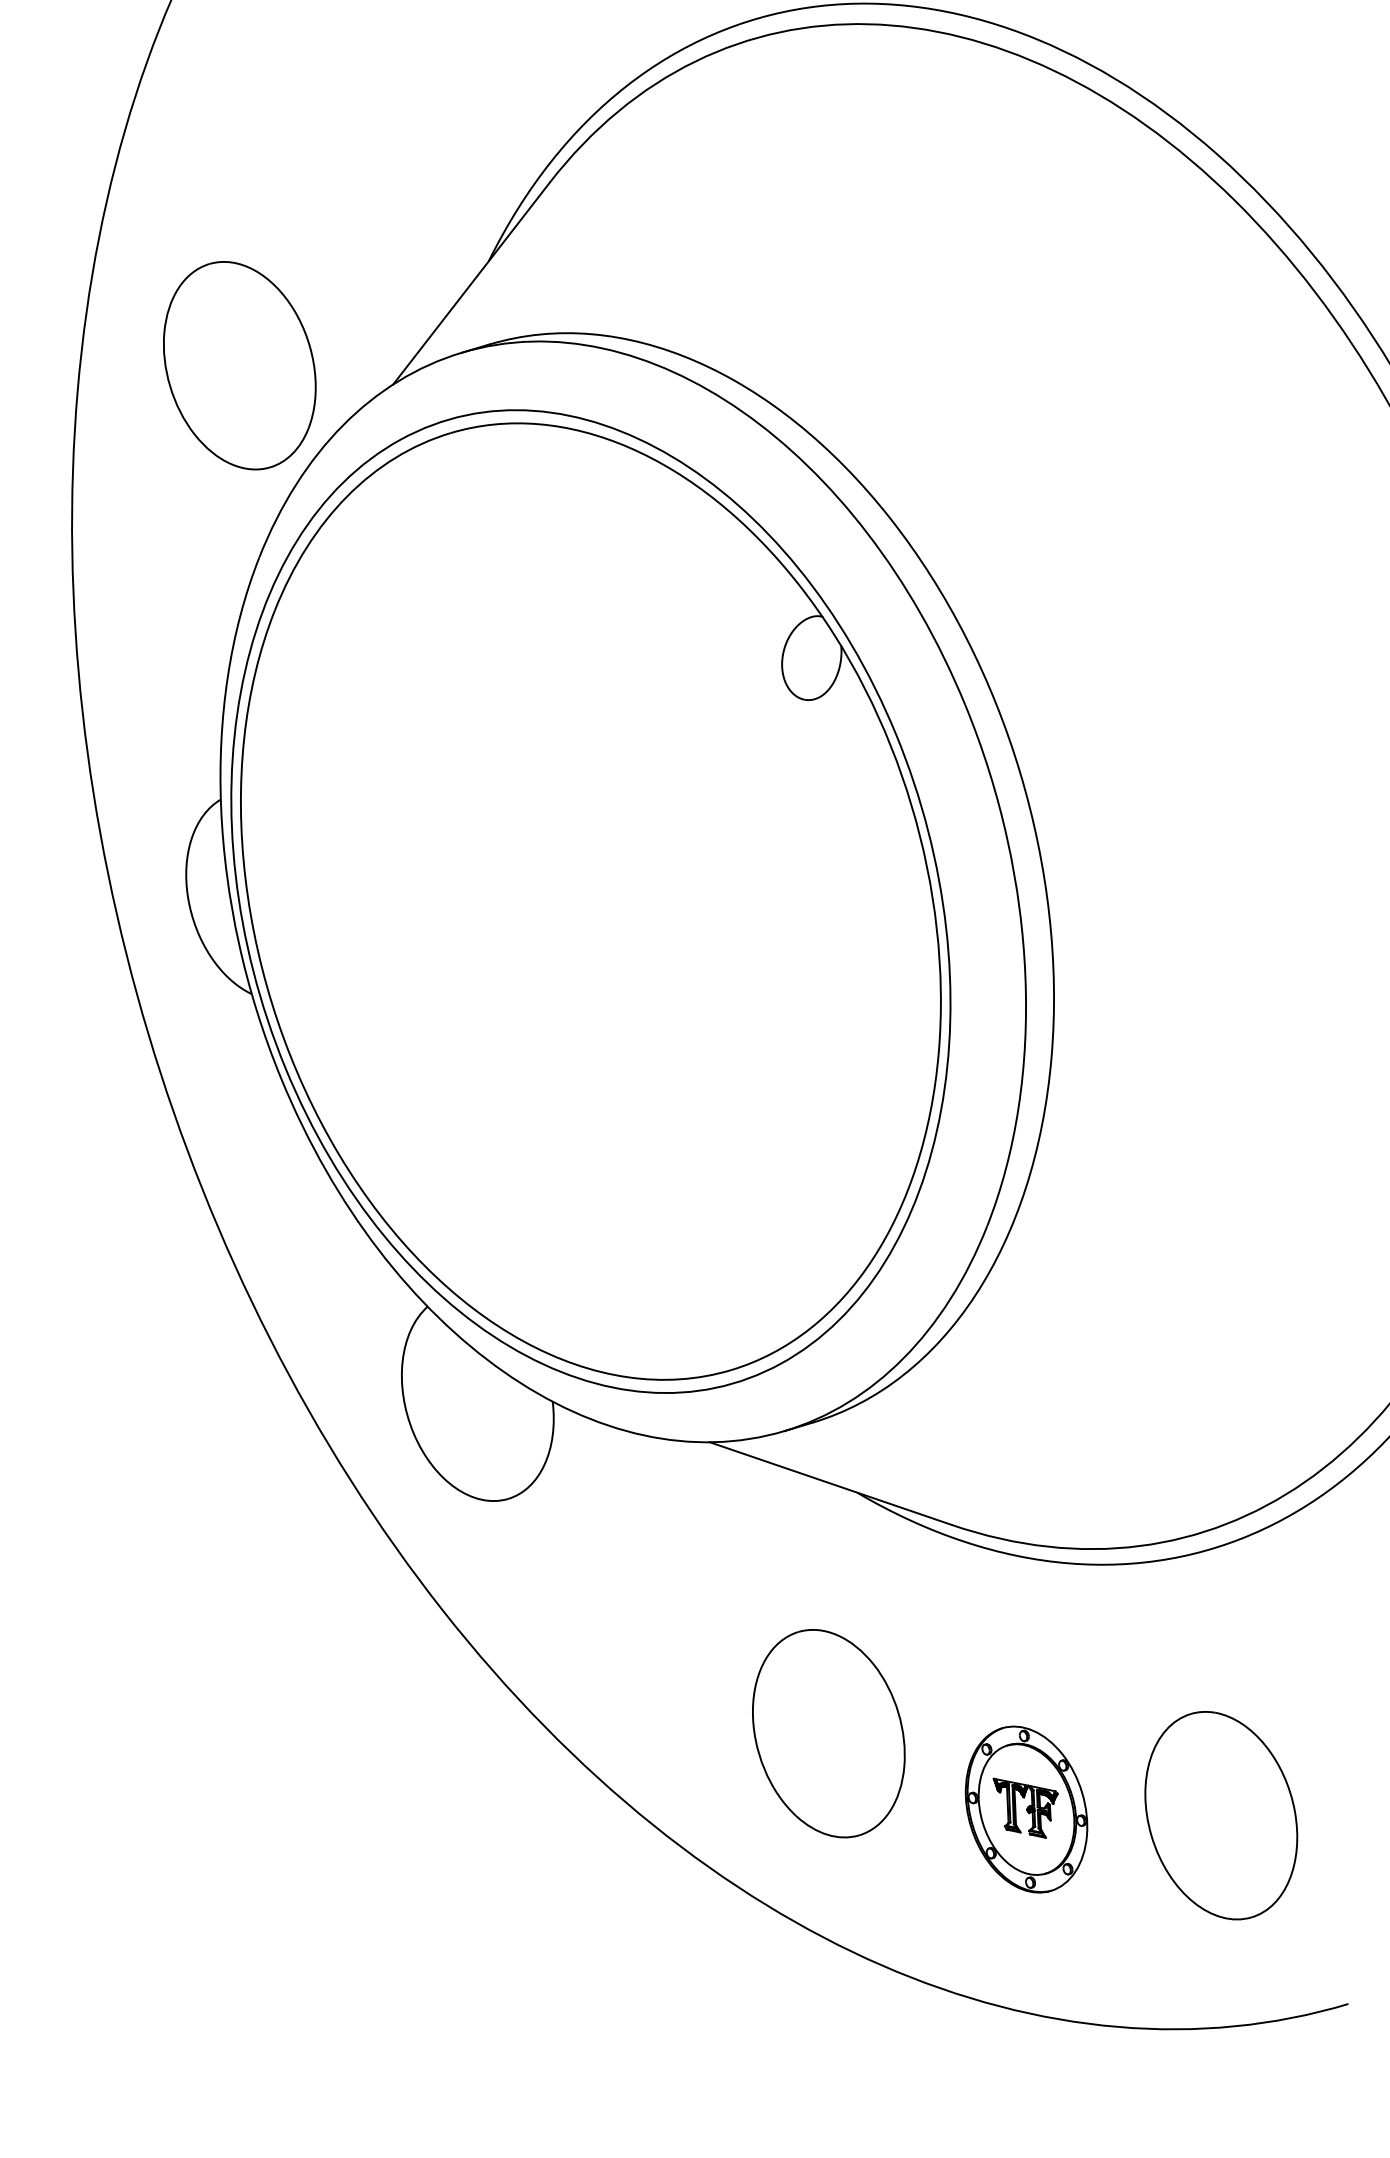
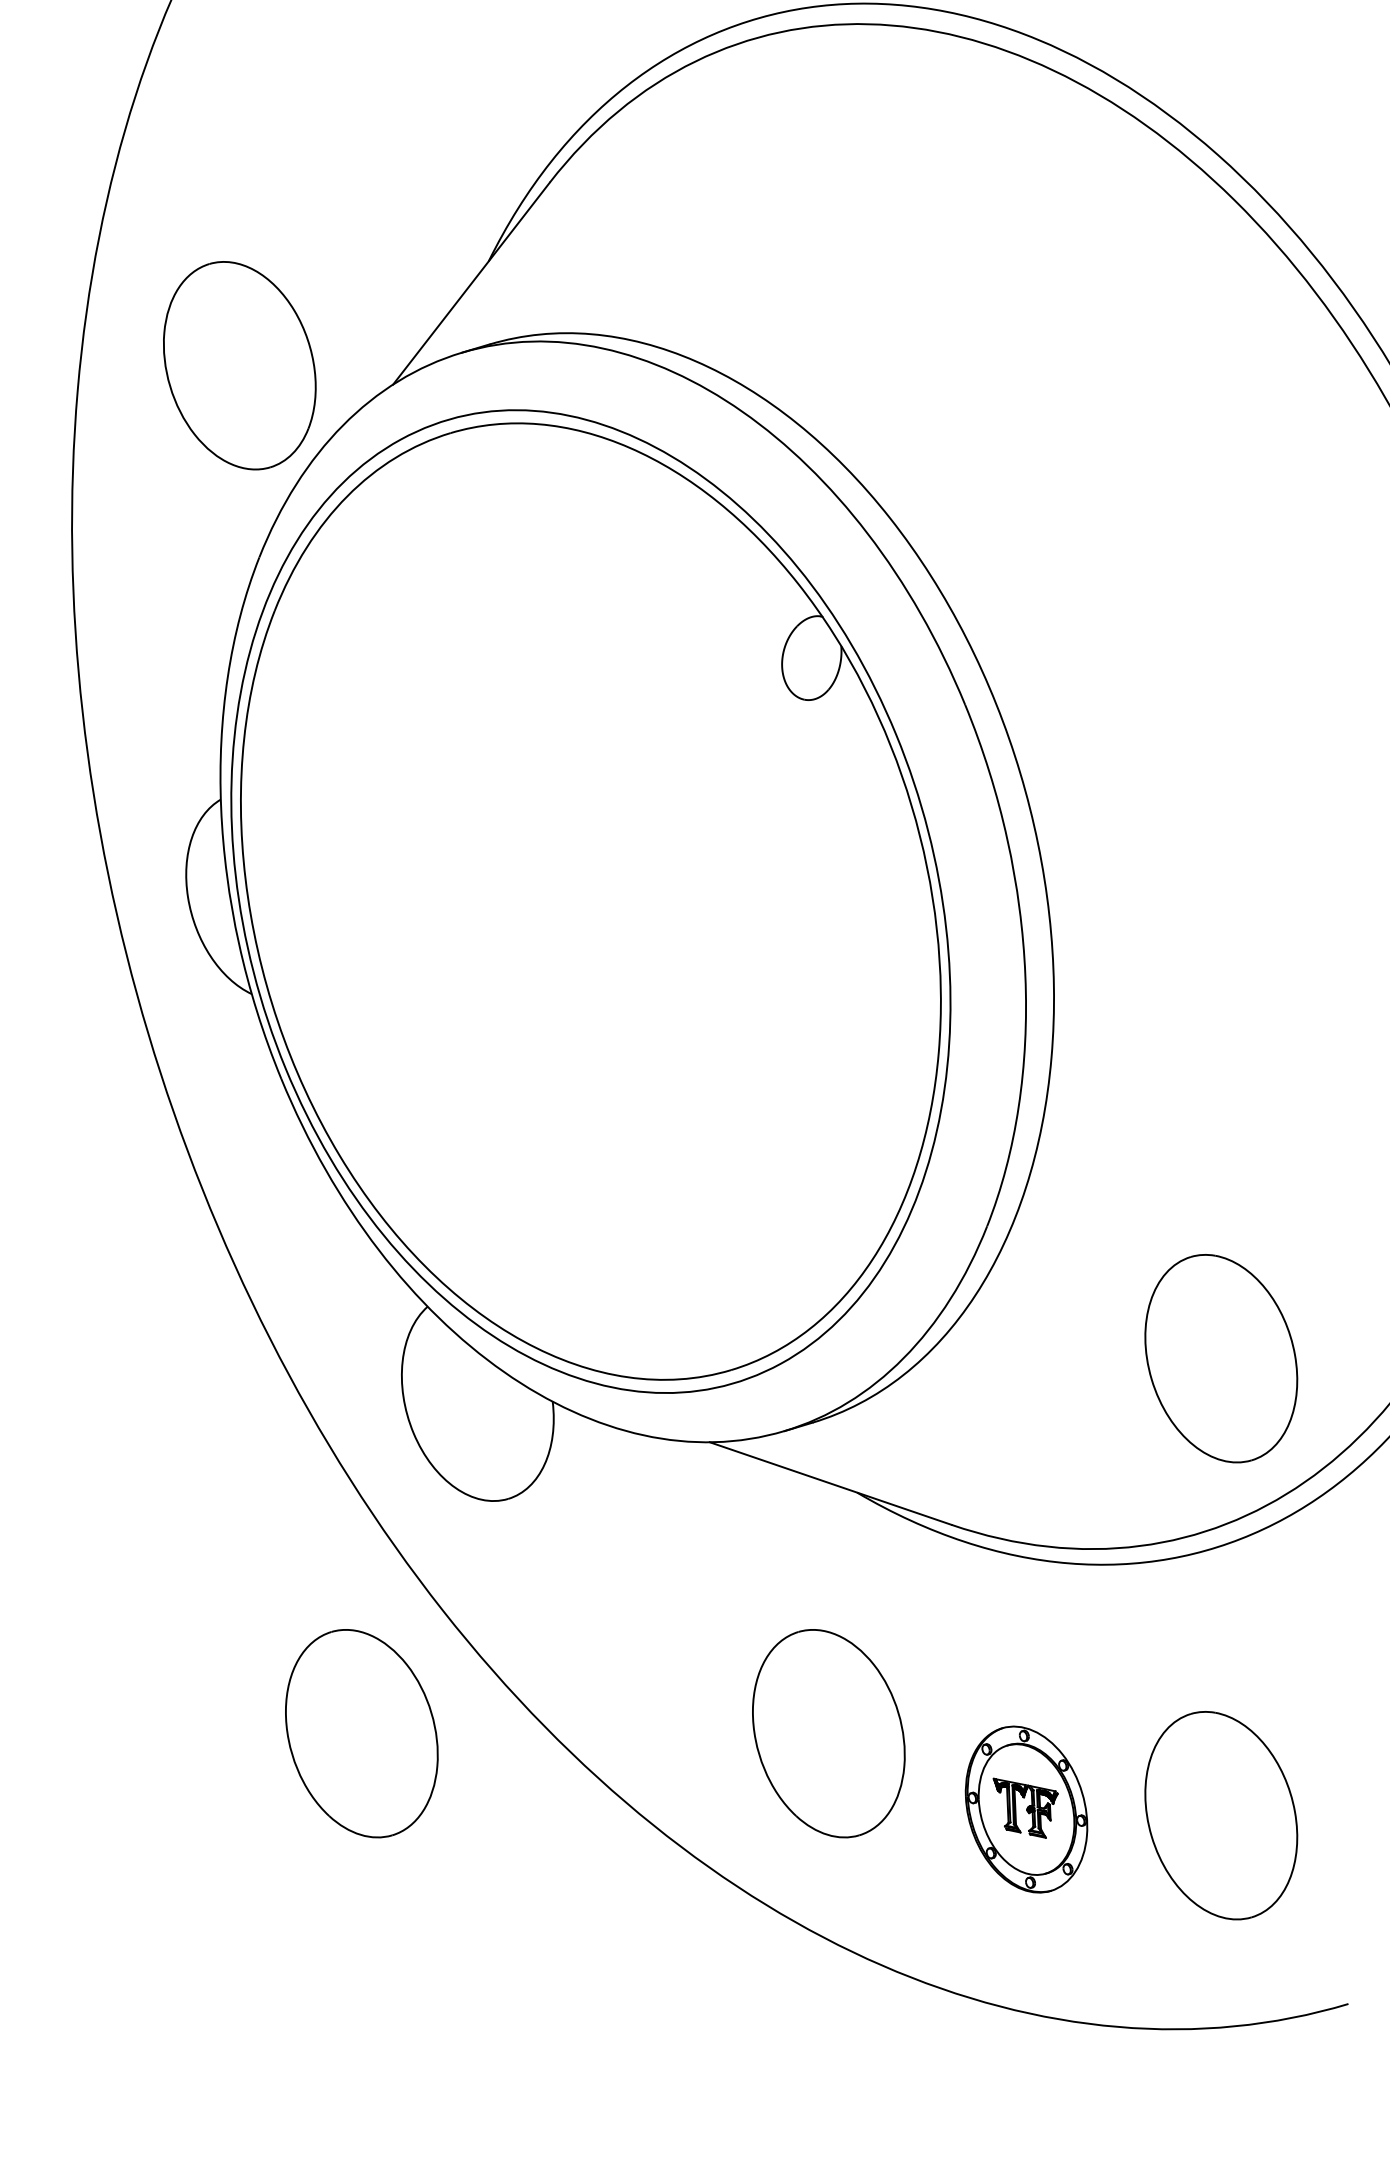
part at (1221, 1358): none -> present
part at (361, 1733): none -> present
